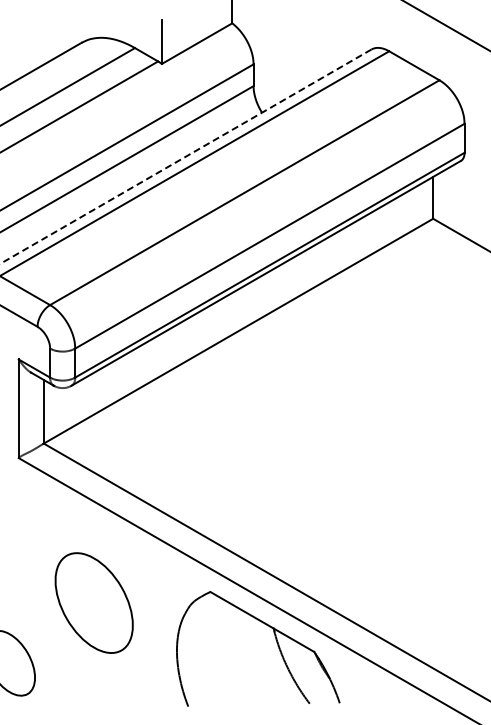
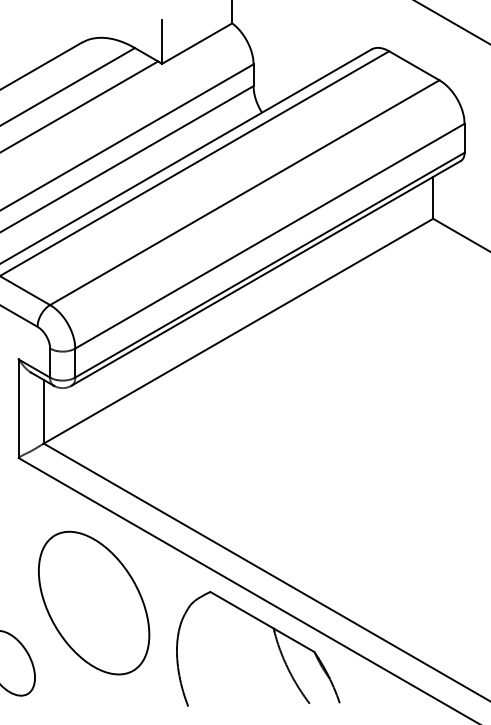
line at (446, 25) position: (446, 25) -> (452, 22)
line at (185, 156): dashed -> solid
part at (93, 602) size: 80x102 px -> 113x146 px
